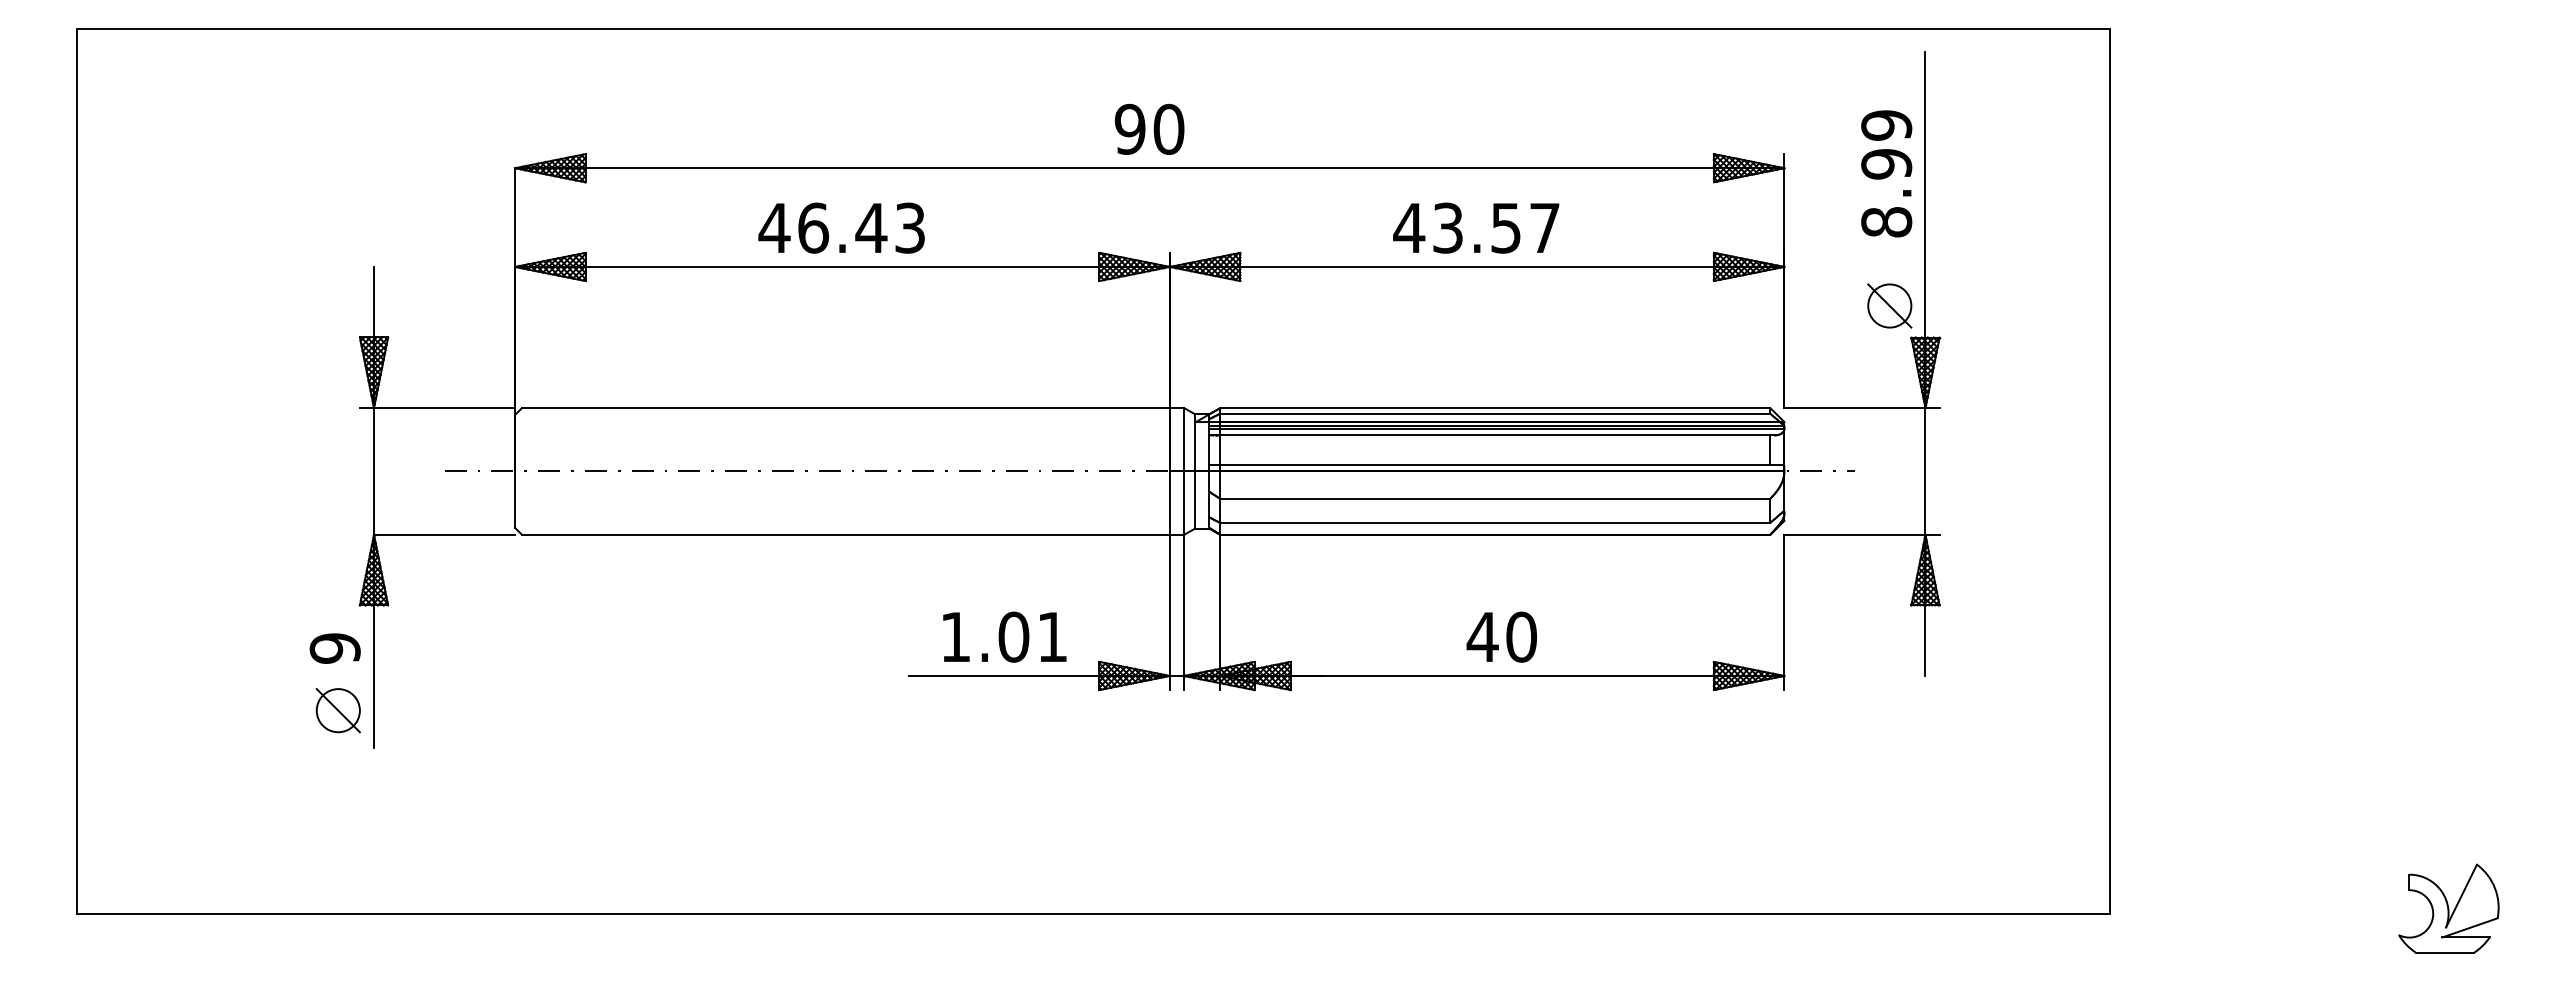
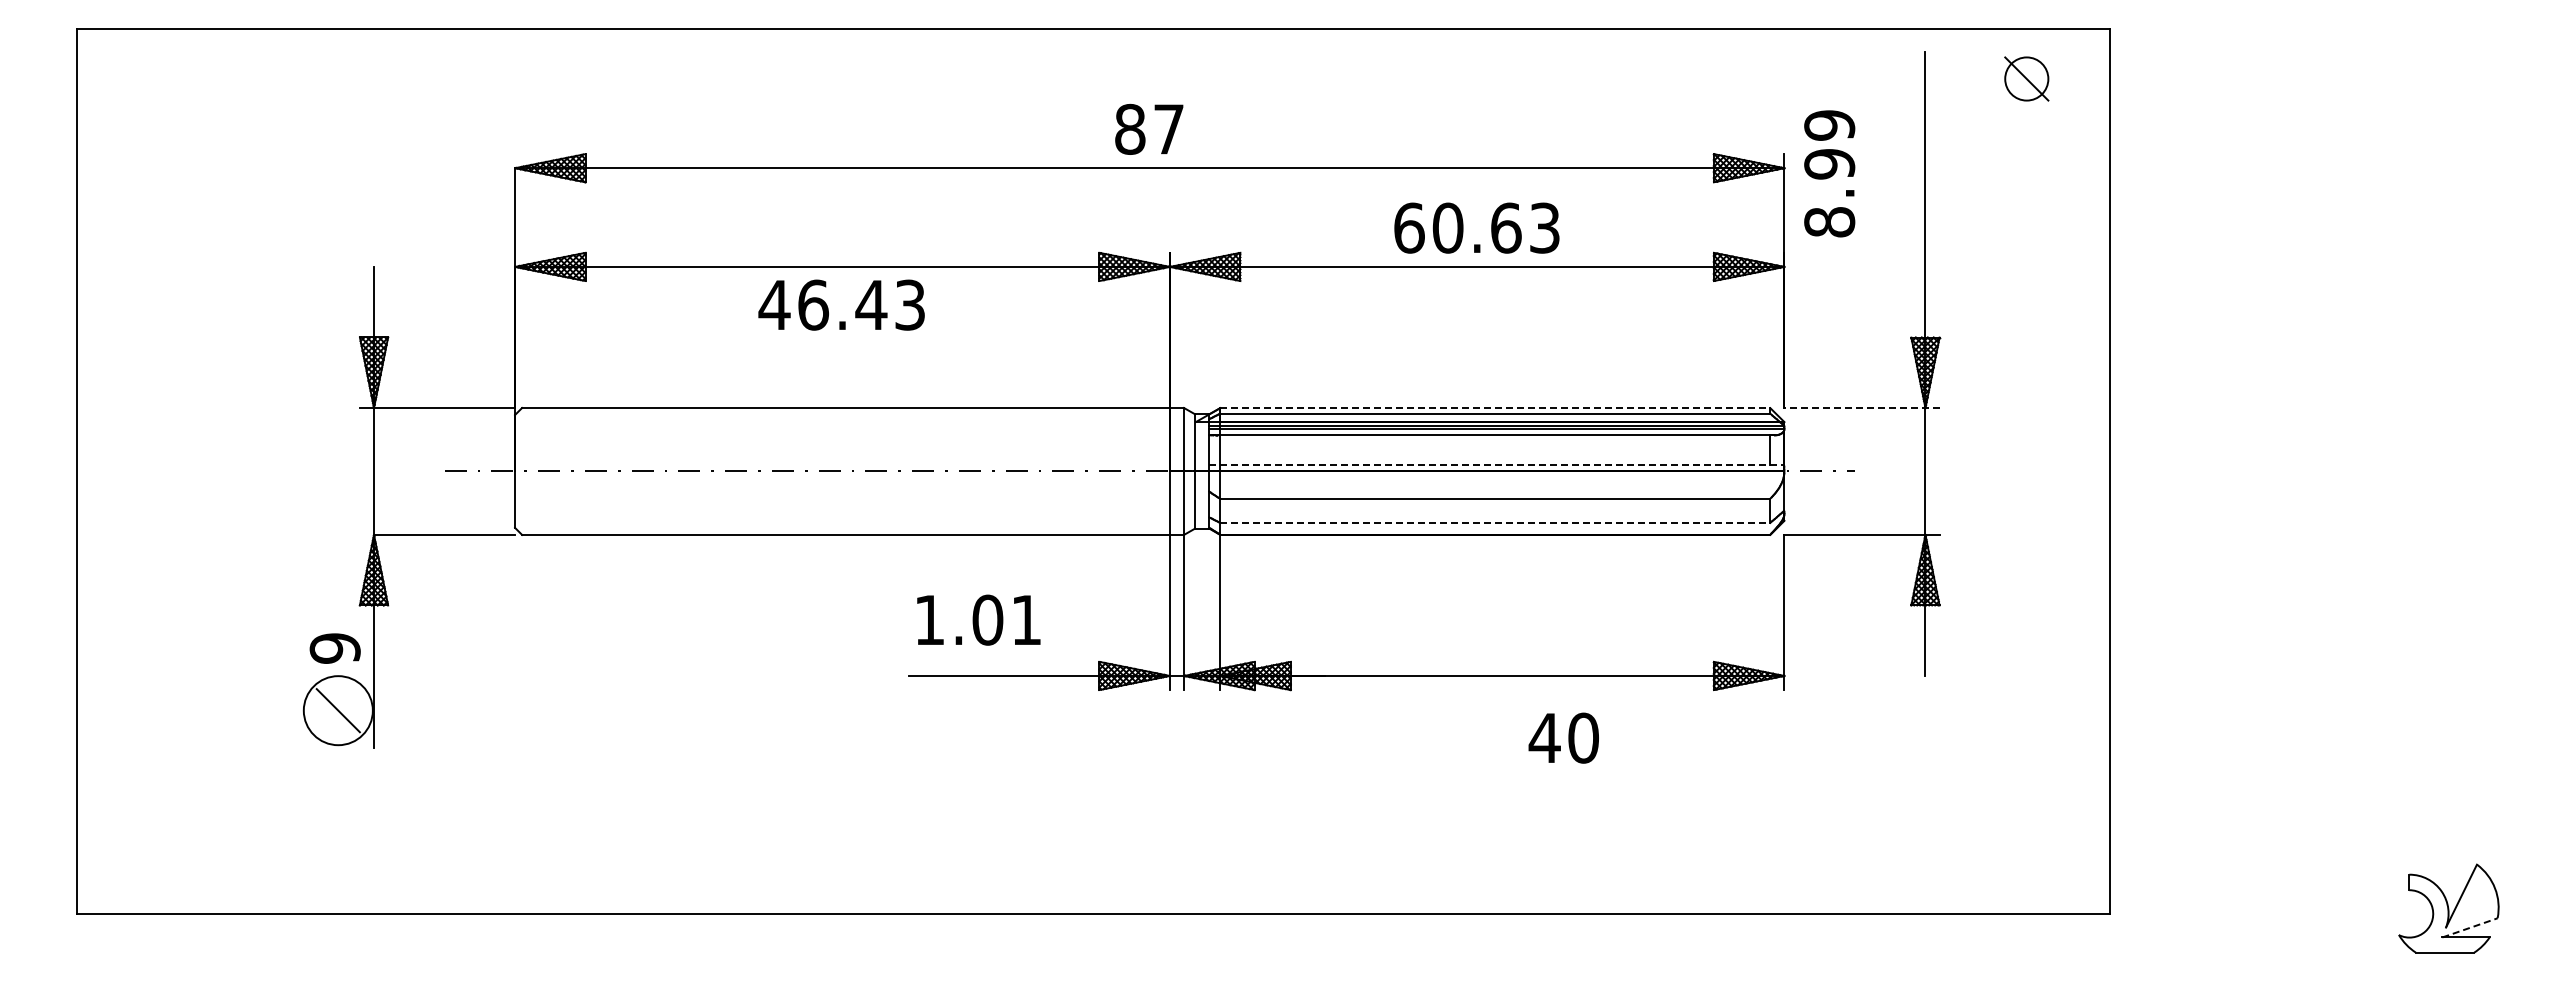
text at (1149, 128): 90 -> 87
text at (1886, 173) position: (1886, 173) -> (1829, 173)
text at (841, 227) position: (841, 227) -> (841, 304)
text at (1476, 227): 43.57 -> 60.63
part at (1889, 305) position: (1889, 305) -> (2026, 78)
line at (1495, 408): solid -> dashed
line at (1862, 408): solid -> dashed
line at (1497, 465): solid -> dashed
line at (1495, 522): solid -> dashed
text at (1004, 636) position: (1004, 636) -> (978, 619)
text at (1501, 636) position: (1501, 636) -> (1563, 737)
circle at (337, 710) diameter: 43 px -> 69 px
line at (2470, 927): solid -> dashed
